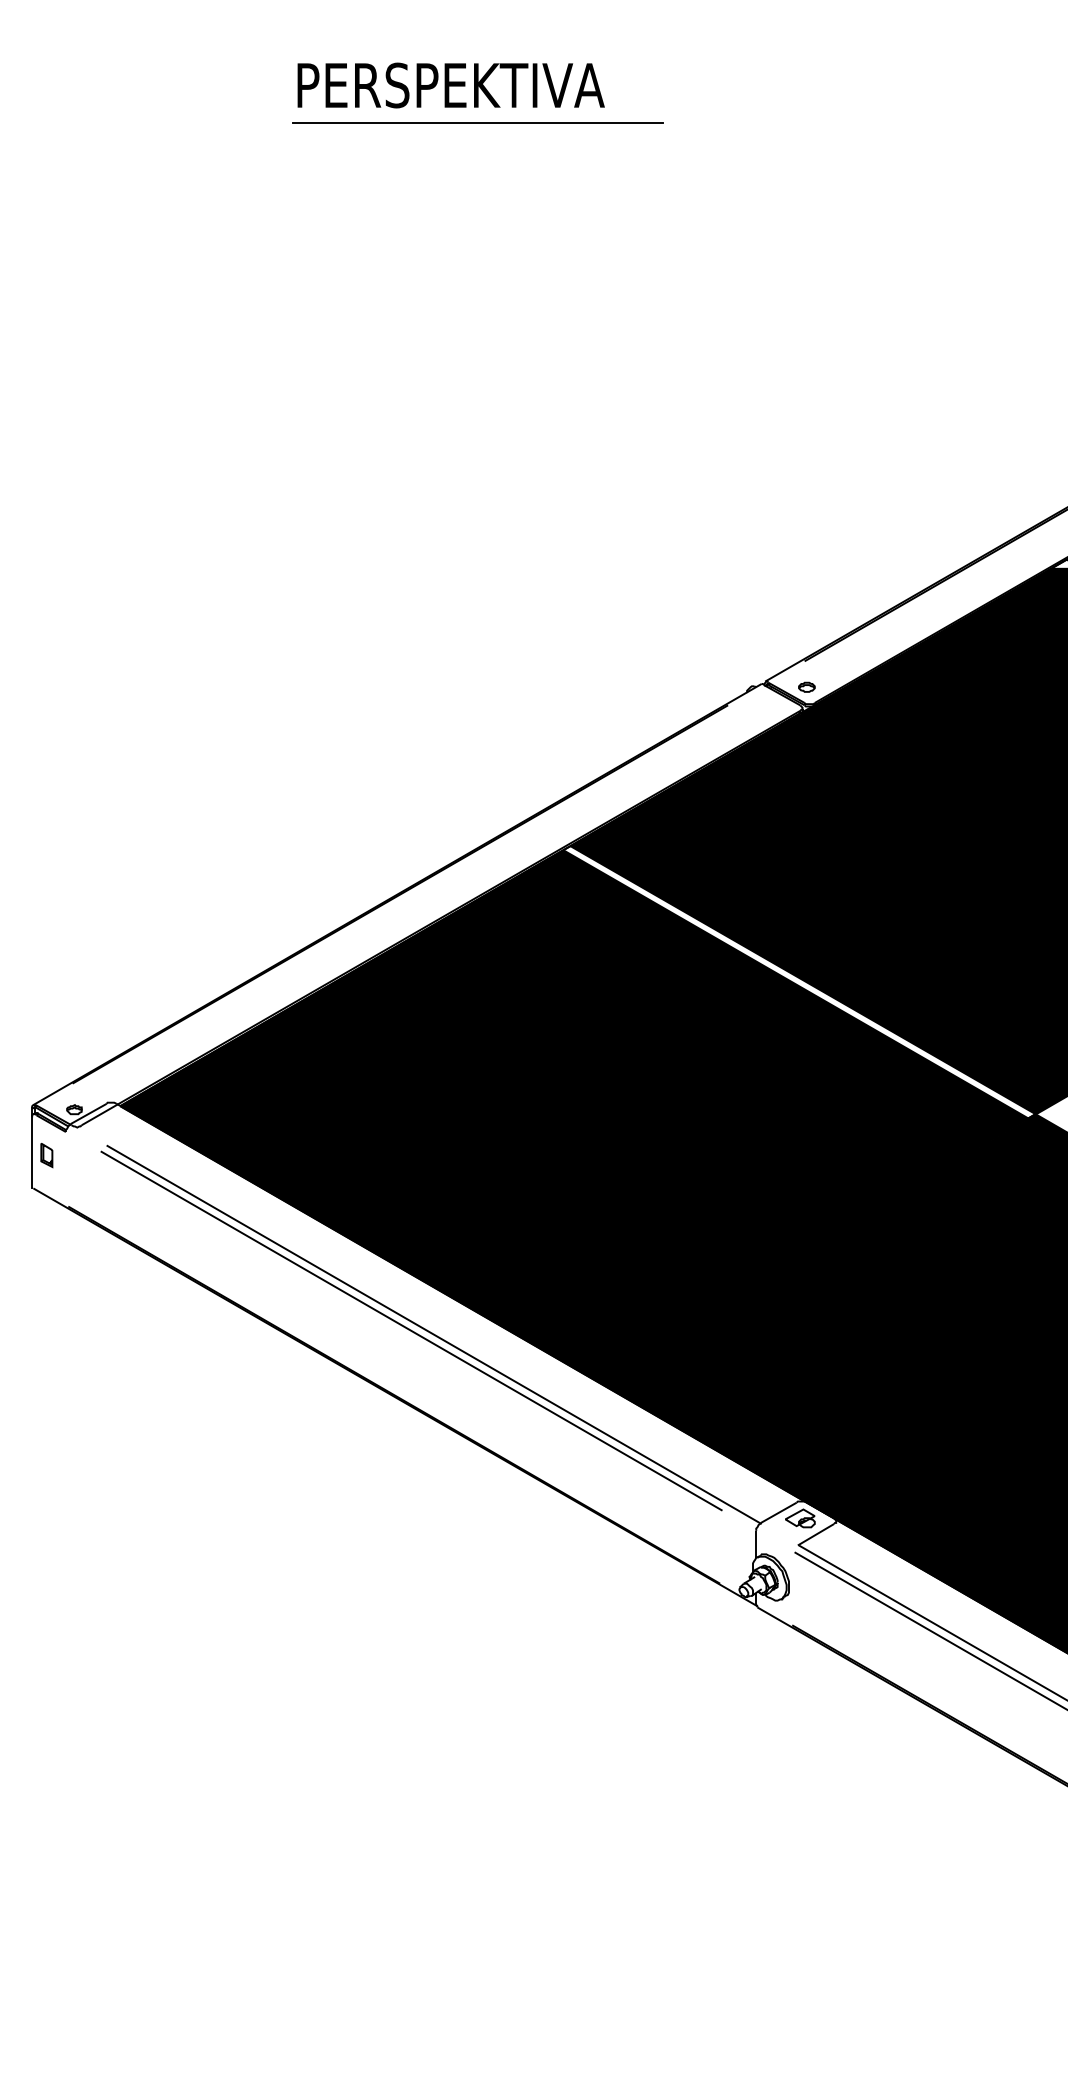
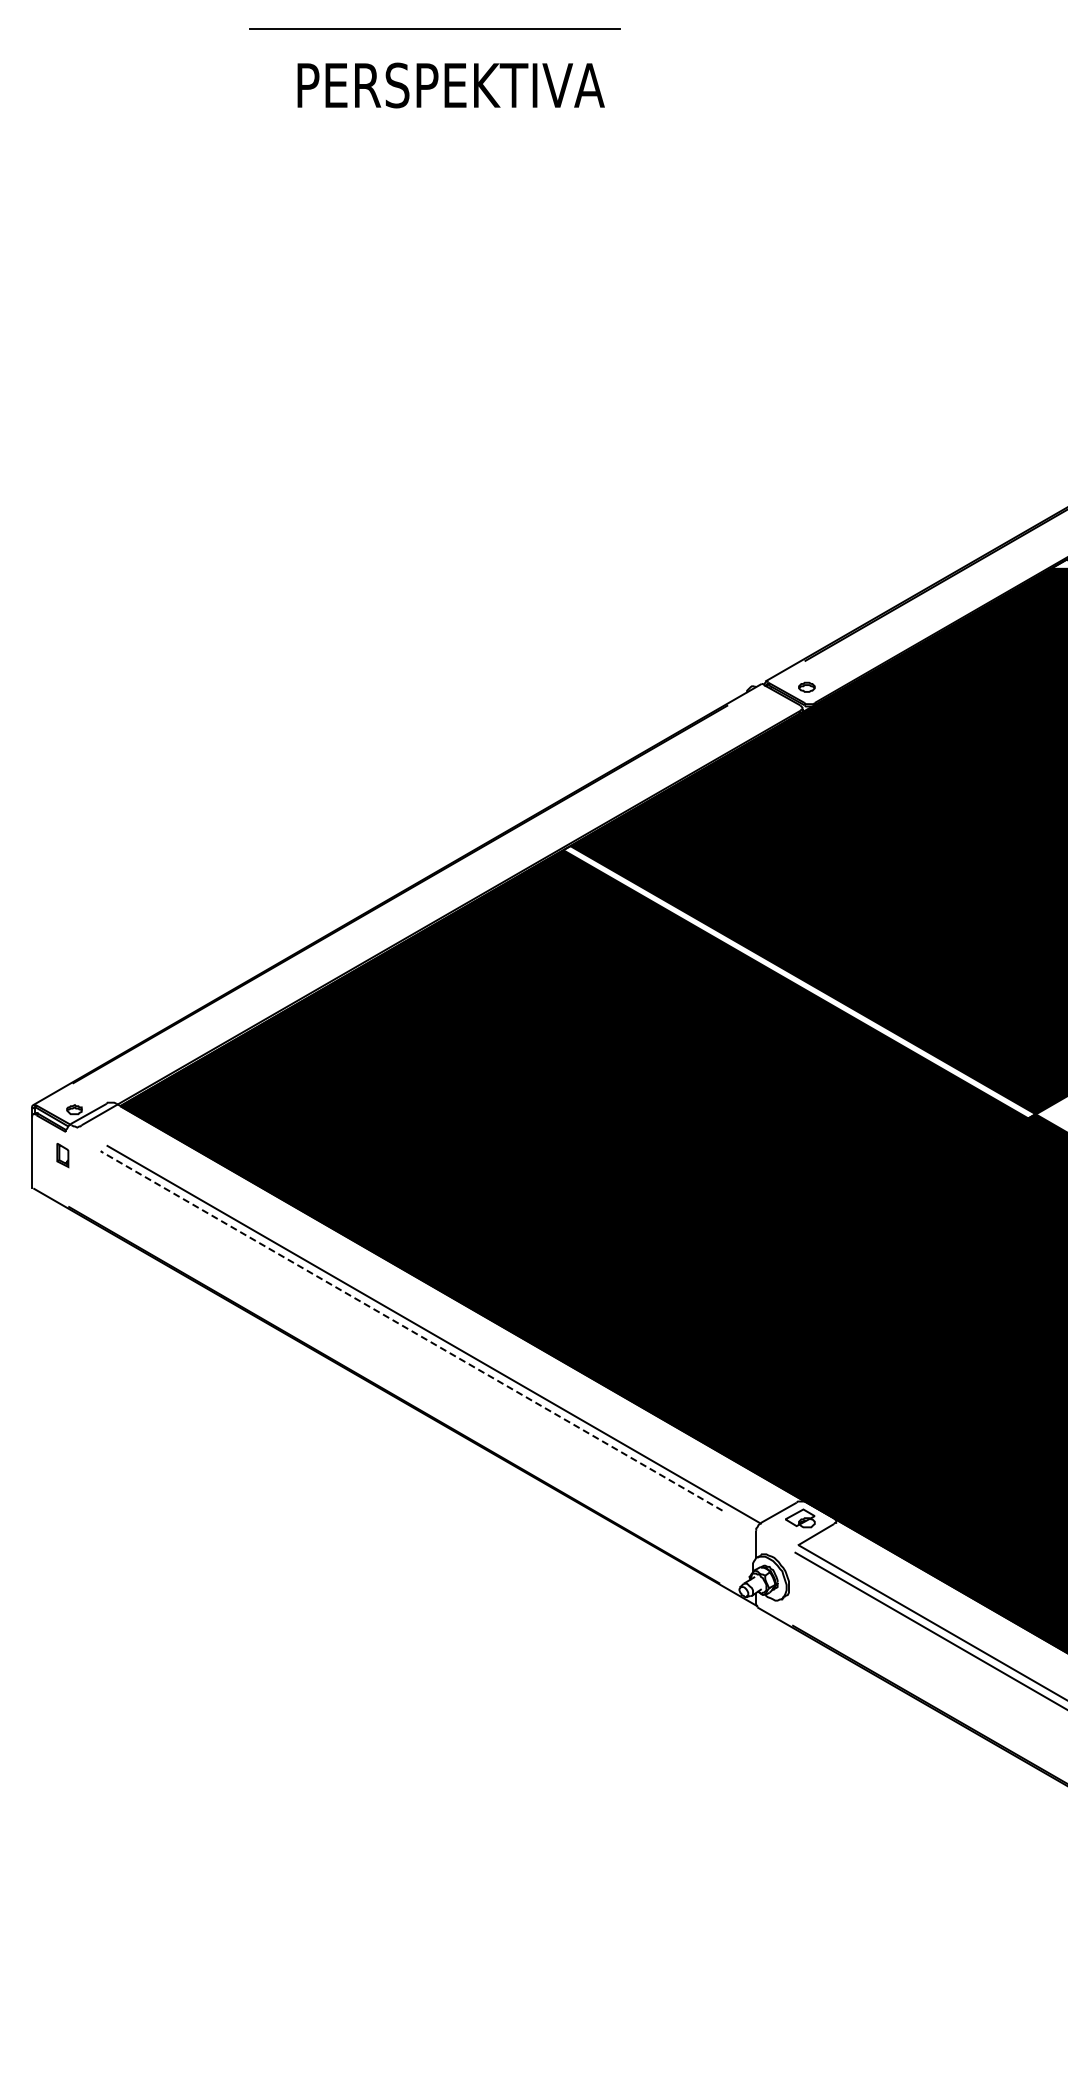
line at (477, 122) position: (477, 122) -> (434, 28)
part at (46, 1155) position: (46, 1155) -> (62, 1155)
line at (411, 1330): solid -> dashed
